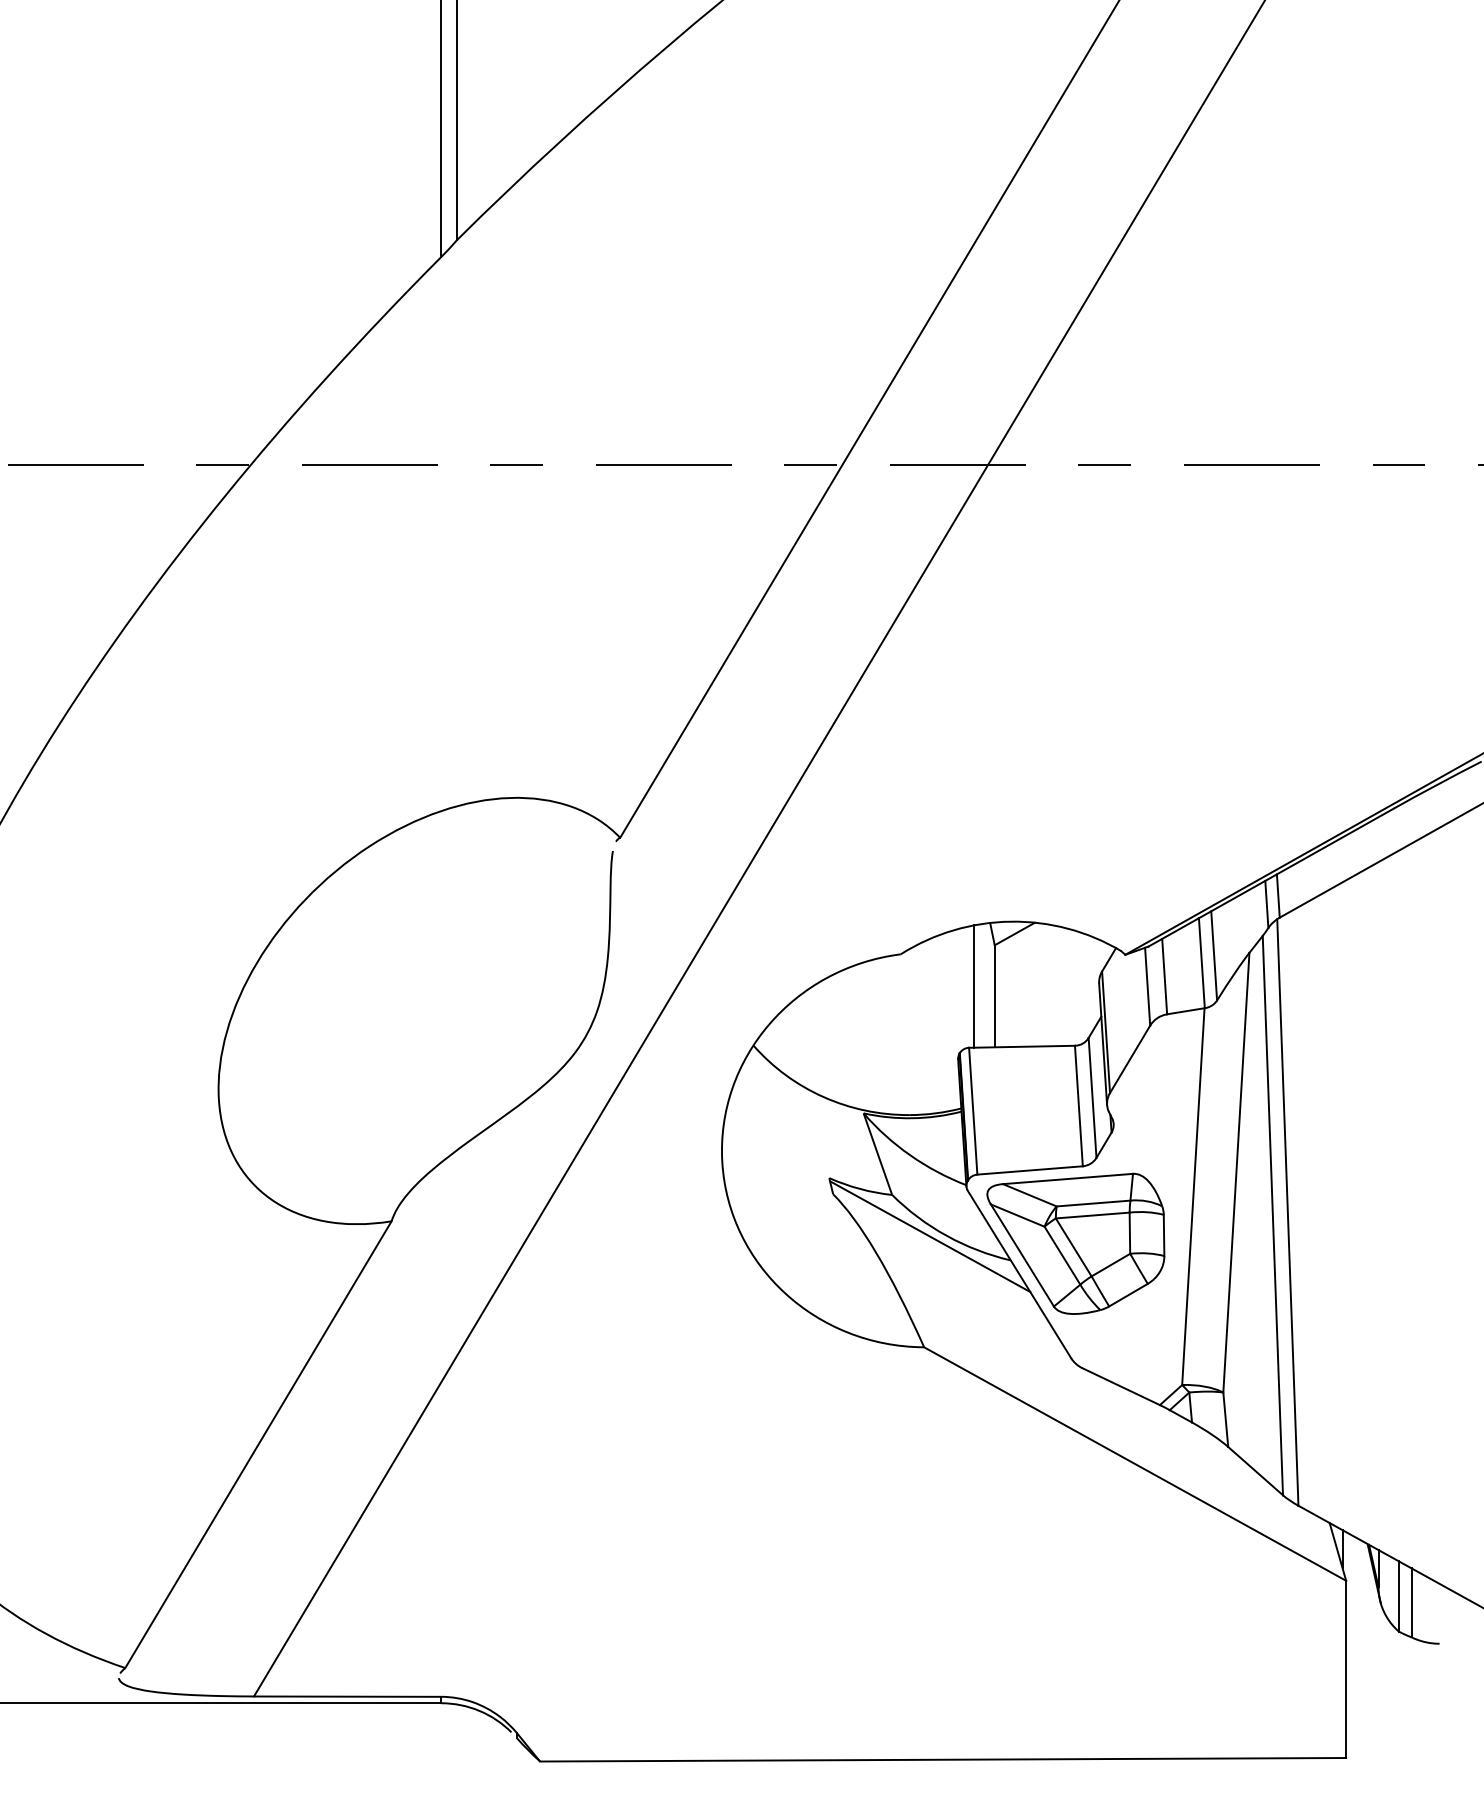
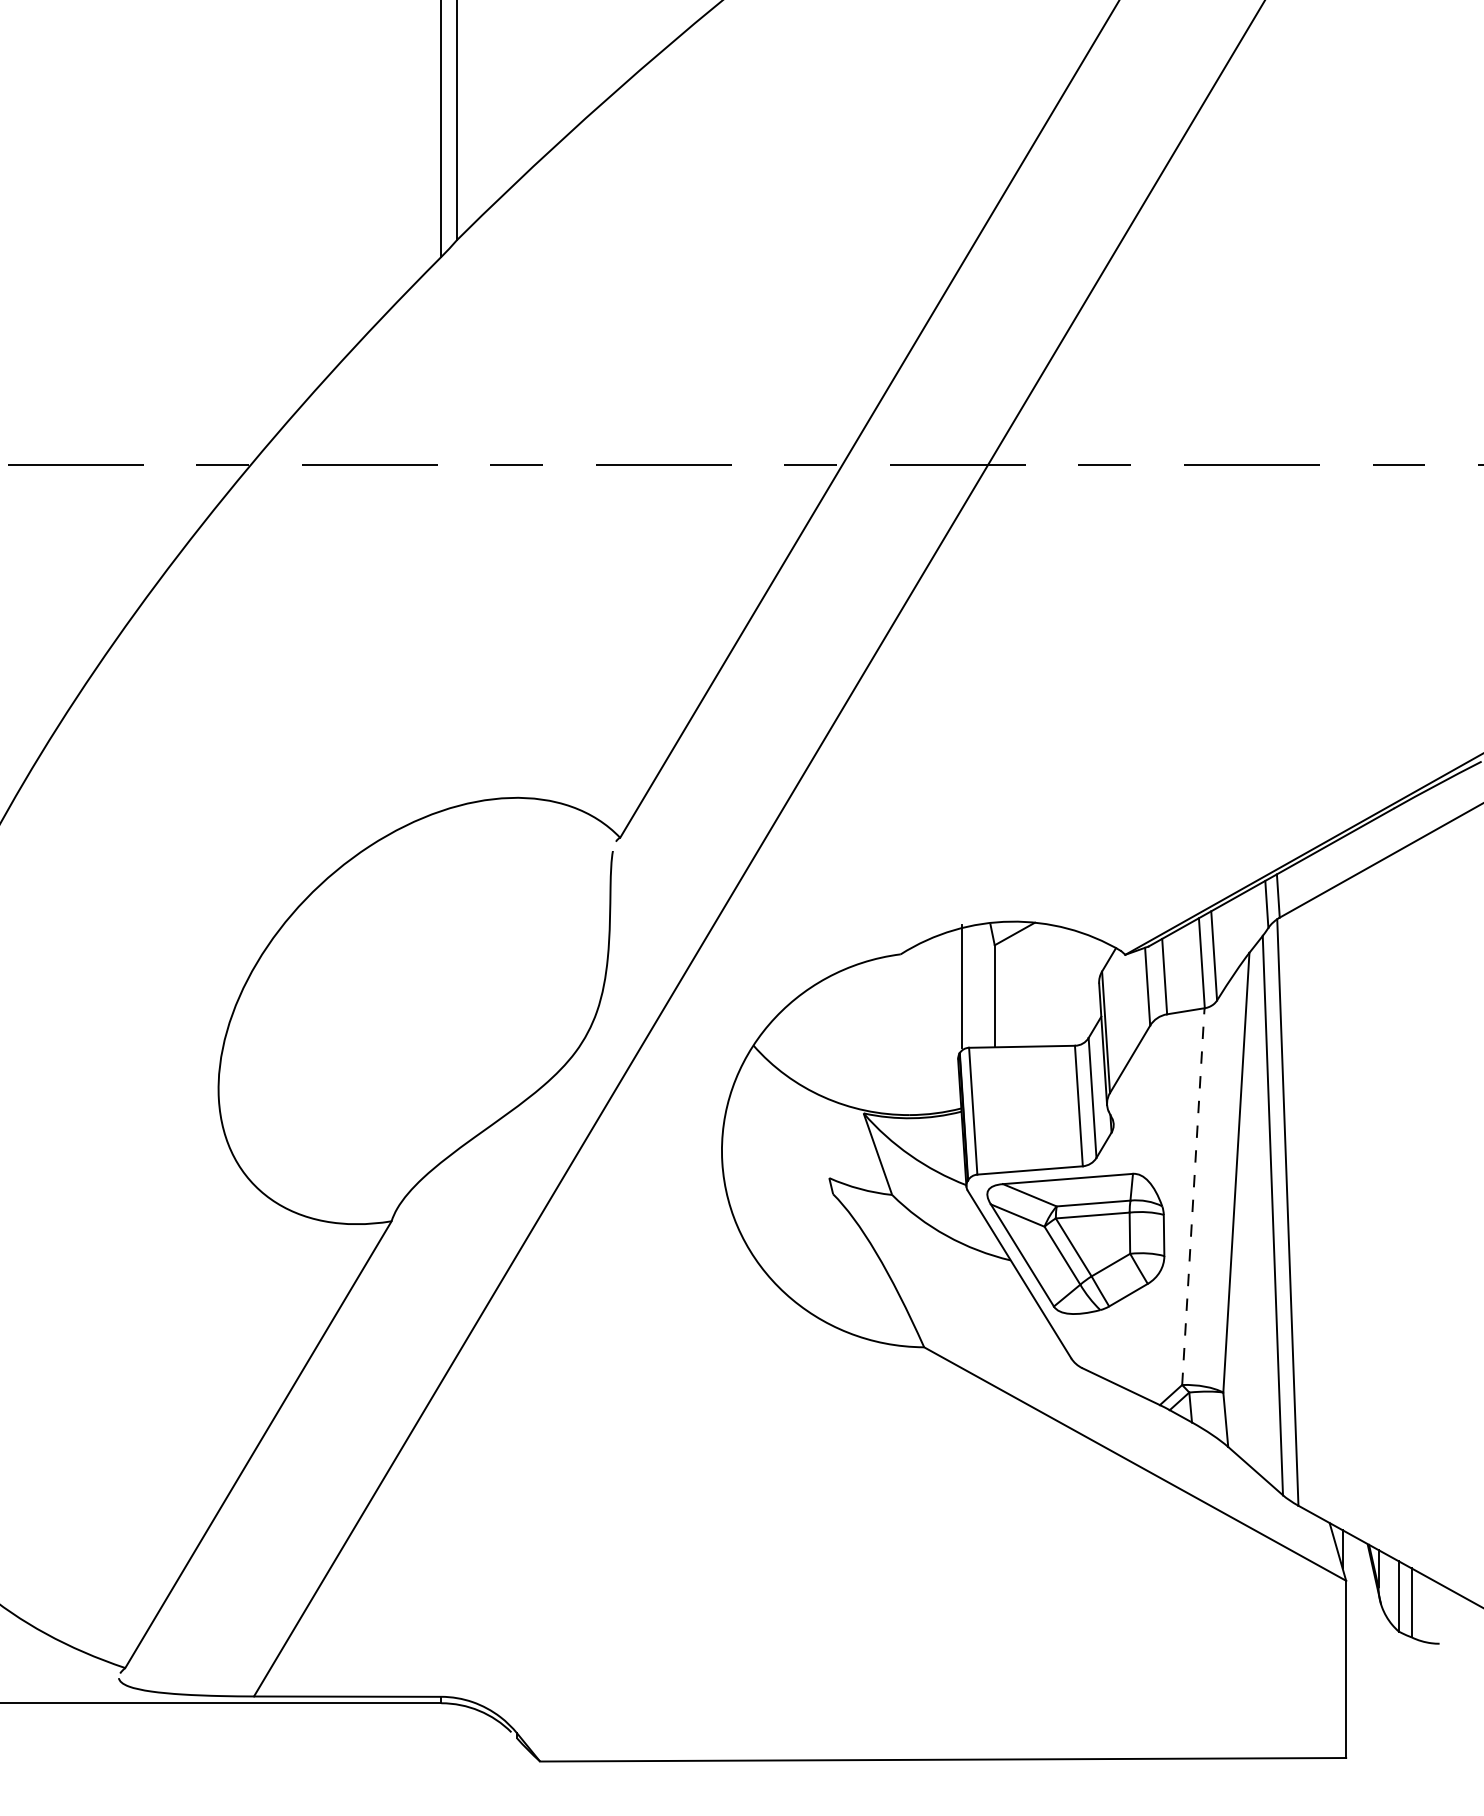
line at (974, 986) position: (974, 986) -> (962, 986)
line at (1193, 1196): solid -> dashed
line at (930, 1236): present -> none
